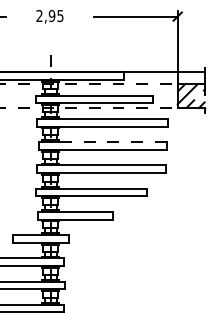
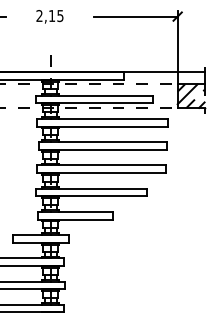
text at (51, 16): 2,95 -> 2,15
line at (112, 142): dashed -> solid
